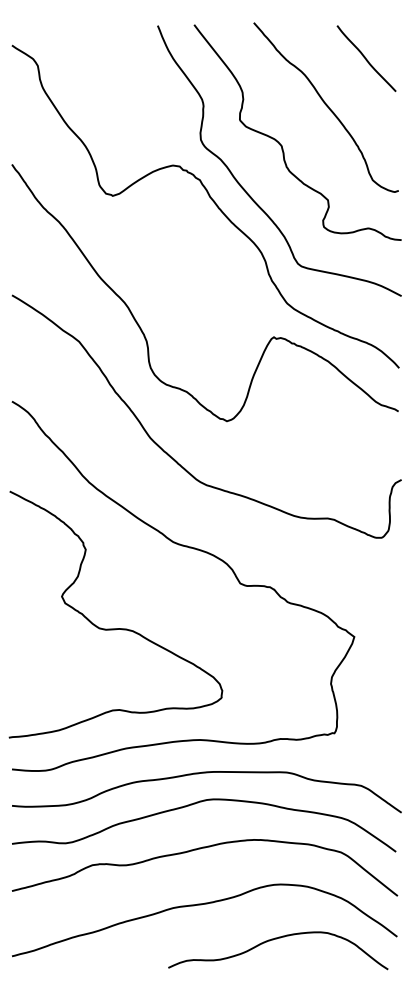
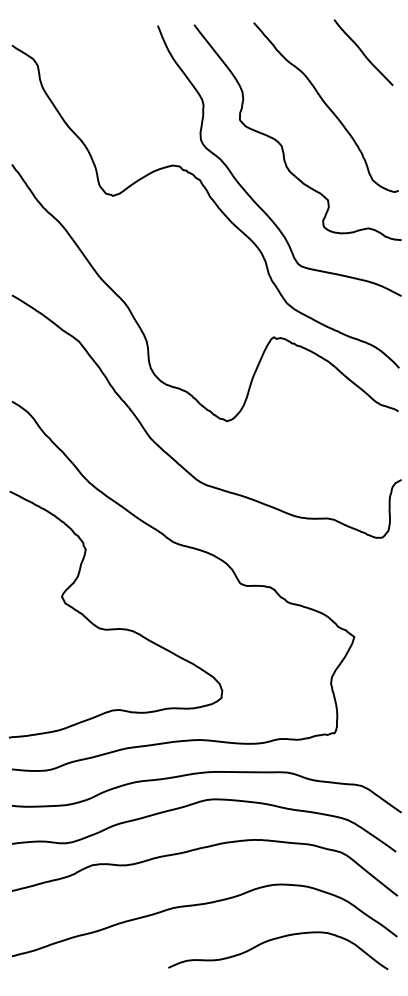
curve at (366, 58) position: (366, 58) -> (363, 52)
